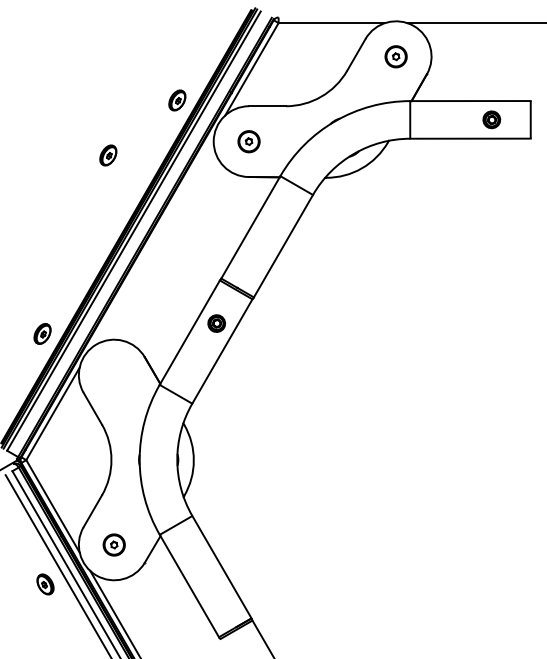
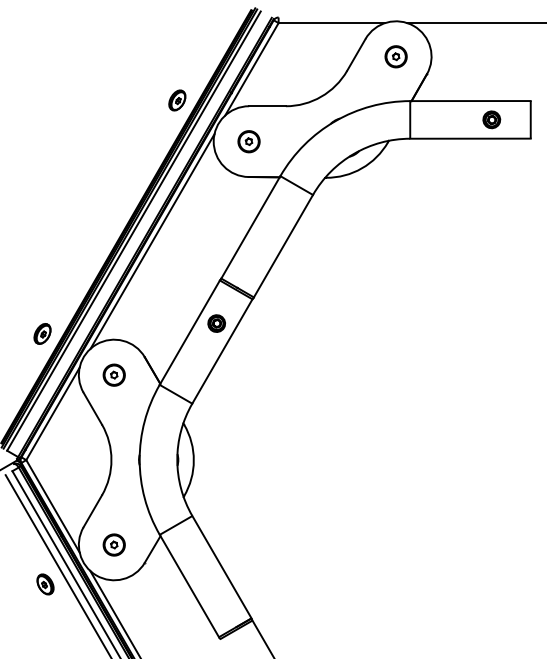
part at (108, 155): present -> none
line at (152, 241): none -> present
part at (113, 374): none -> present
